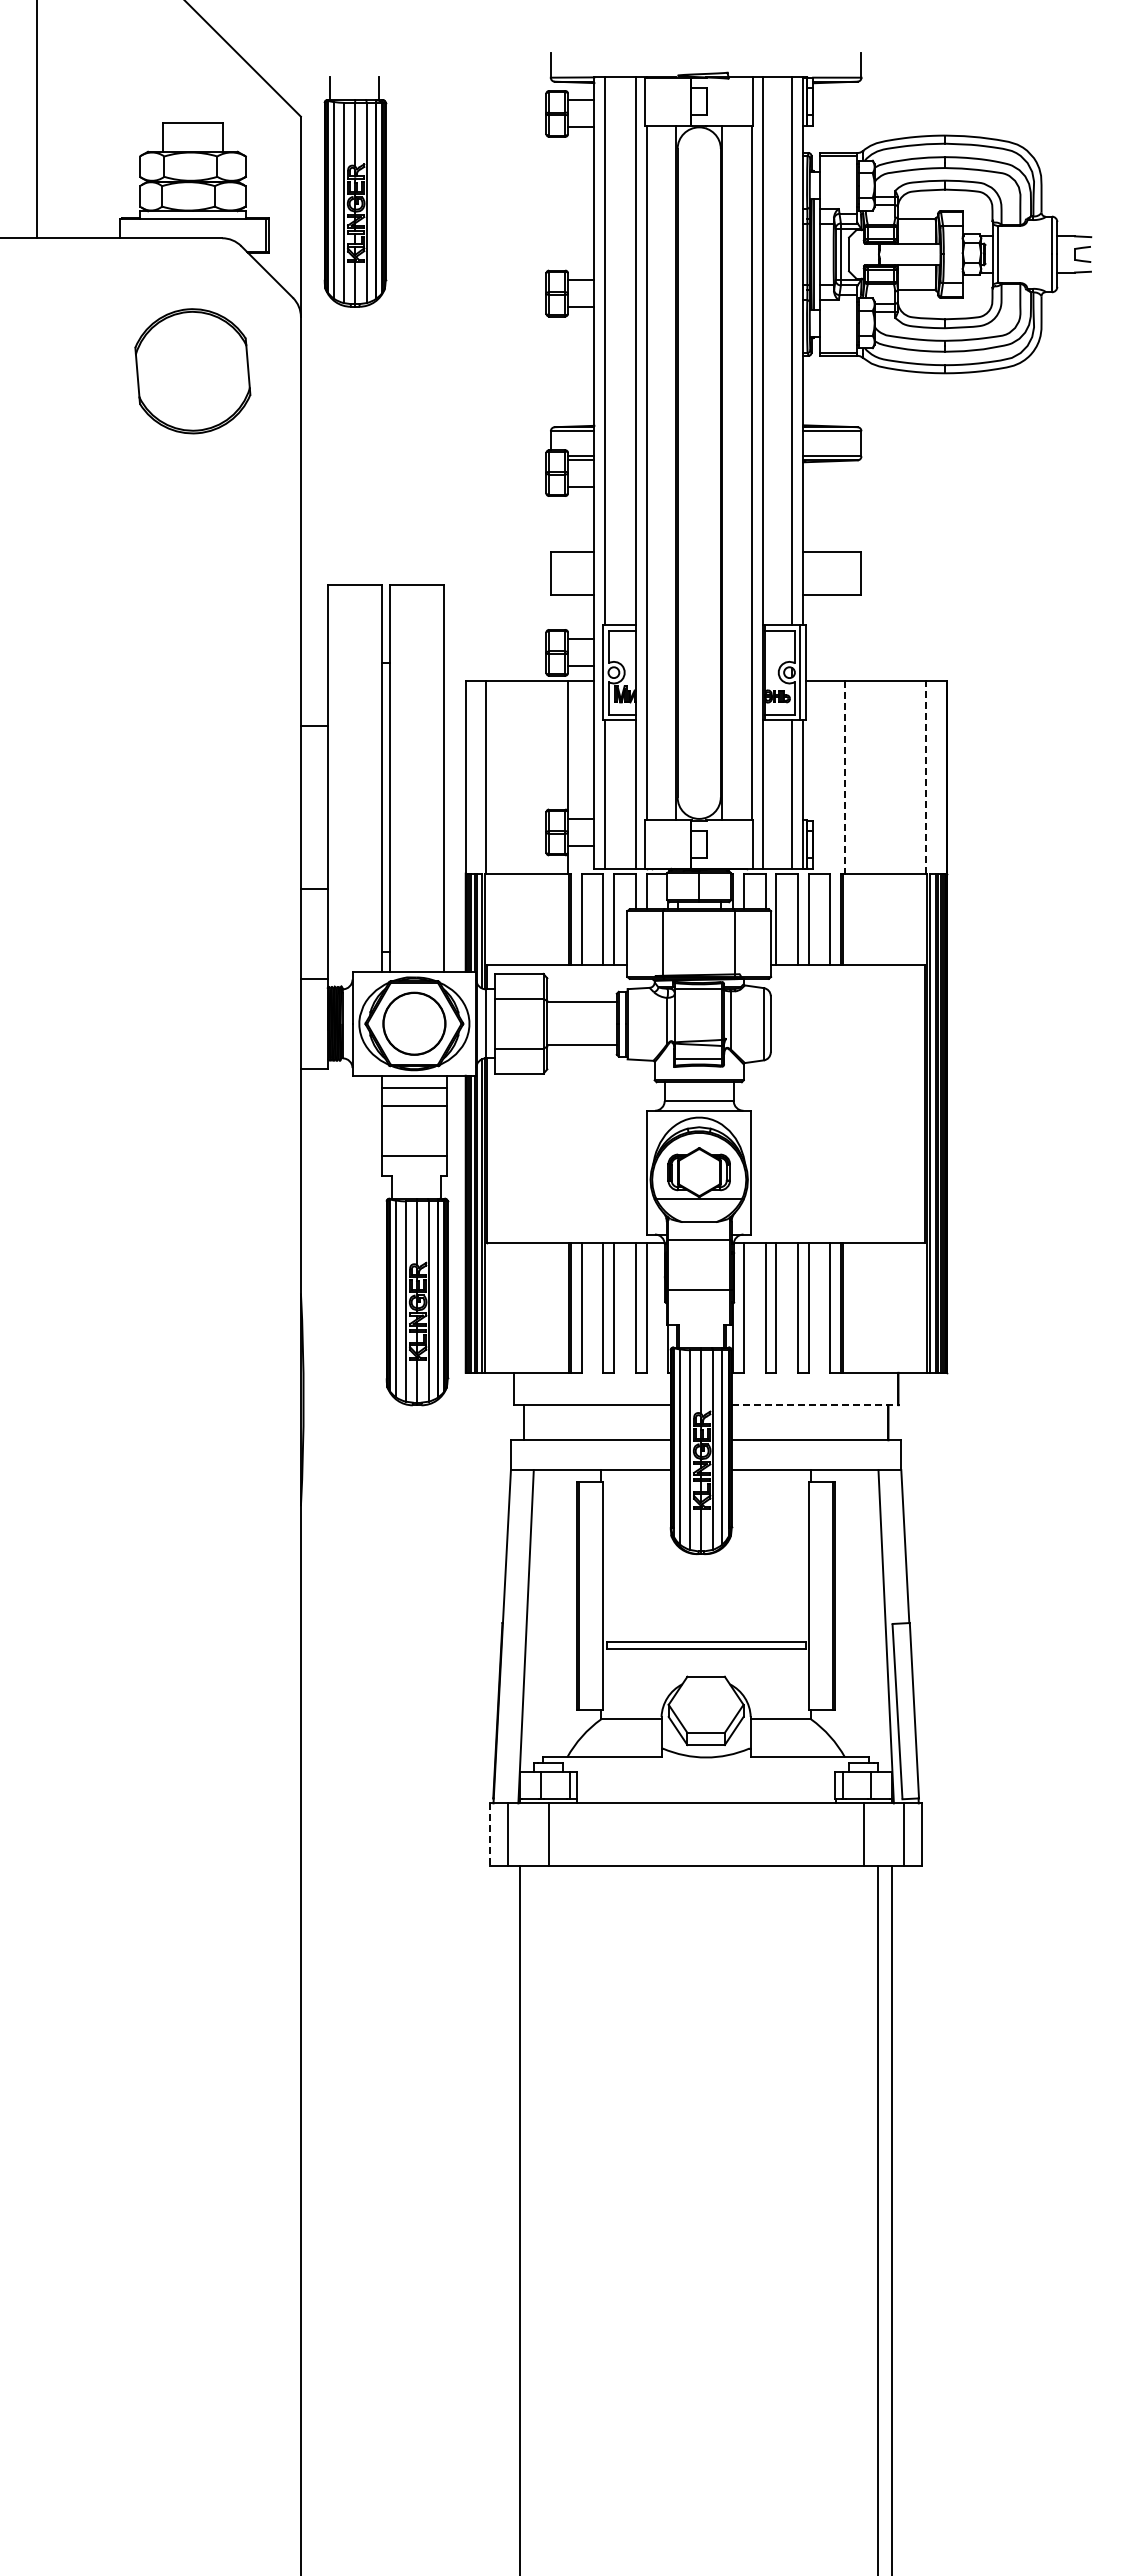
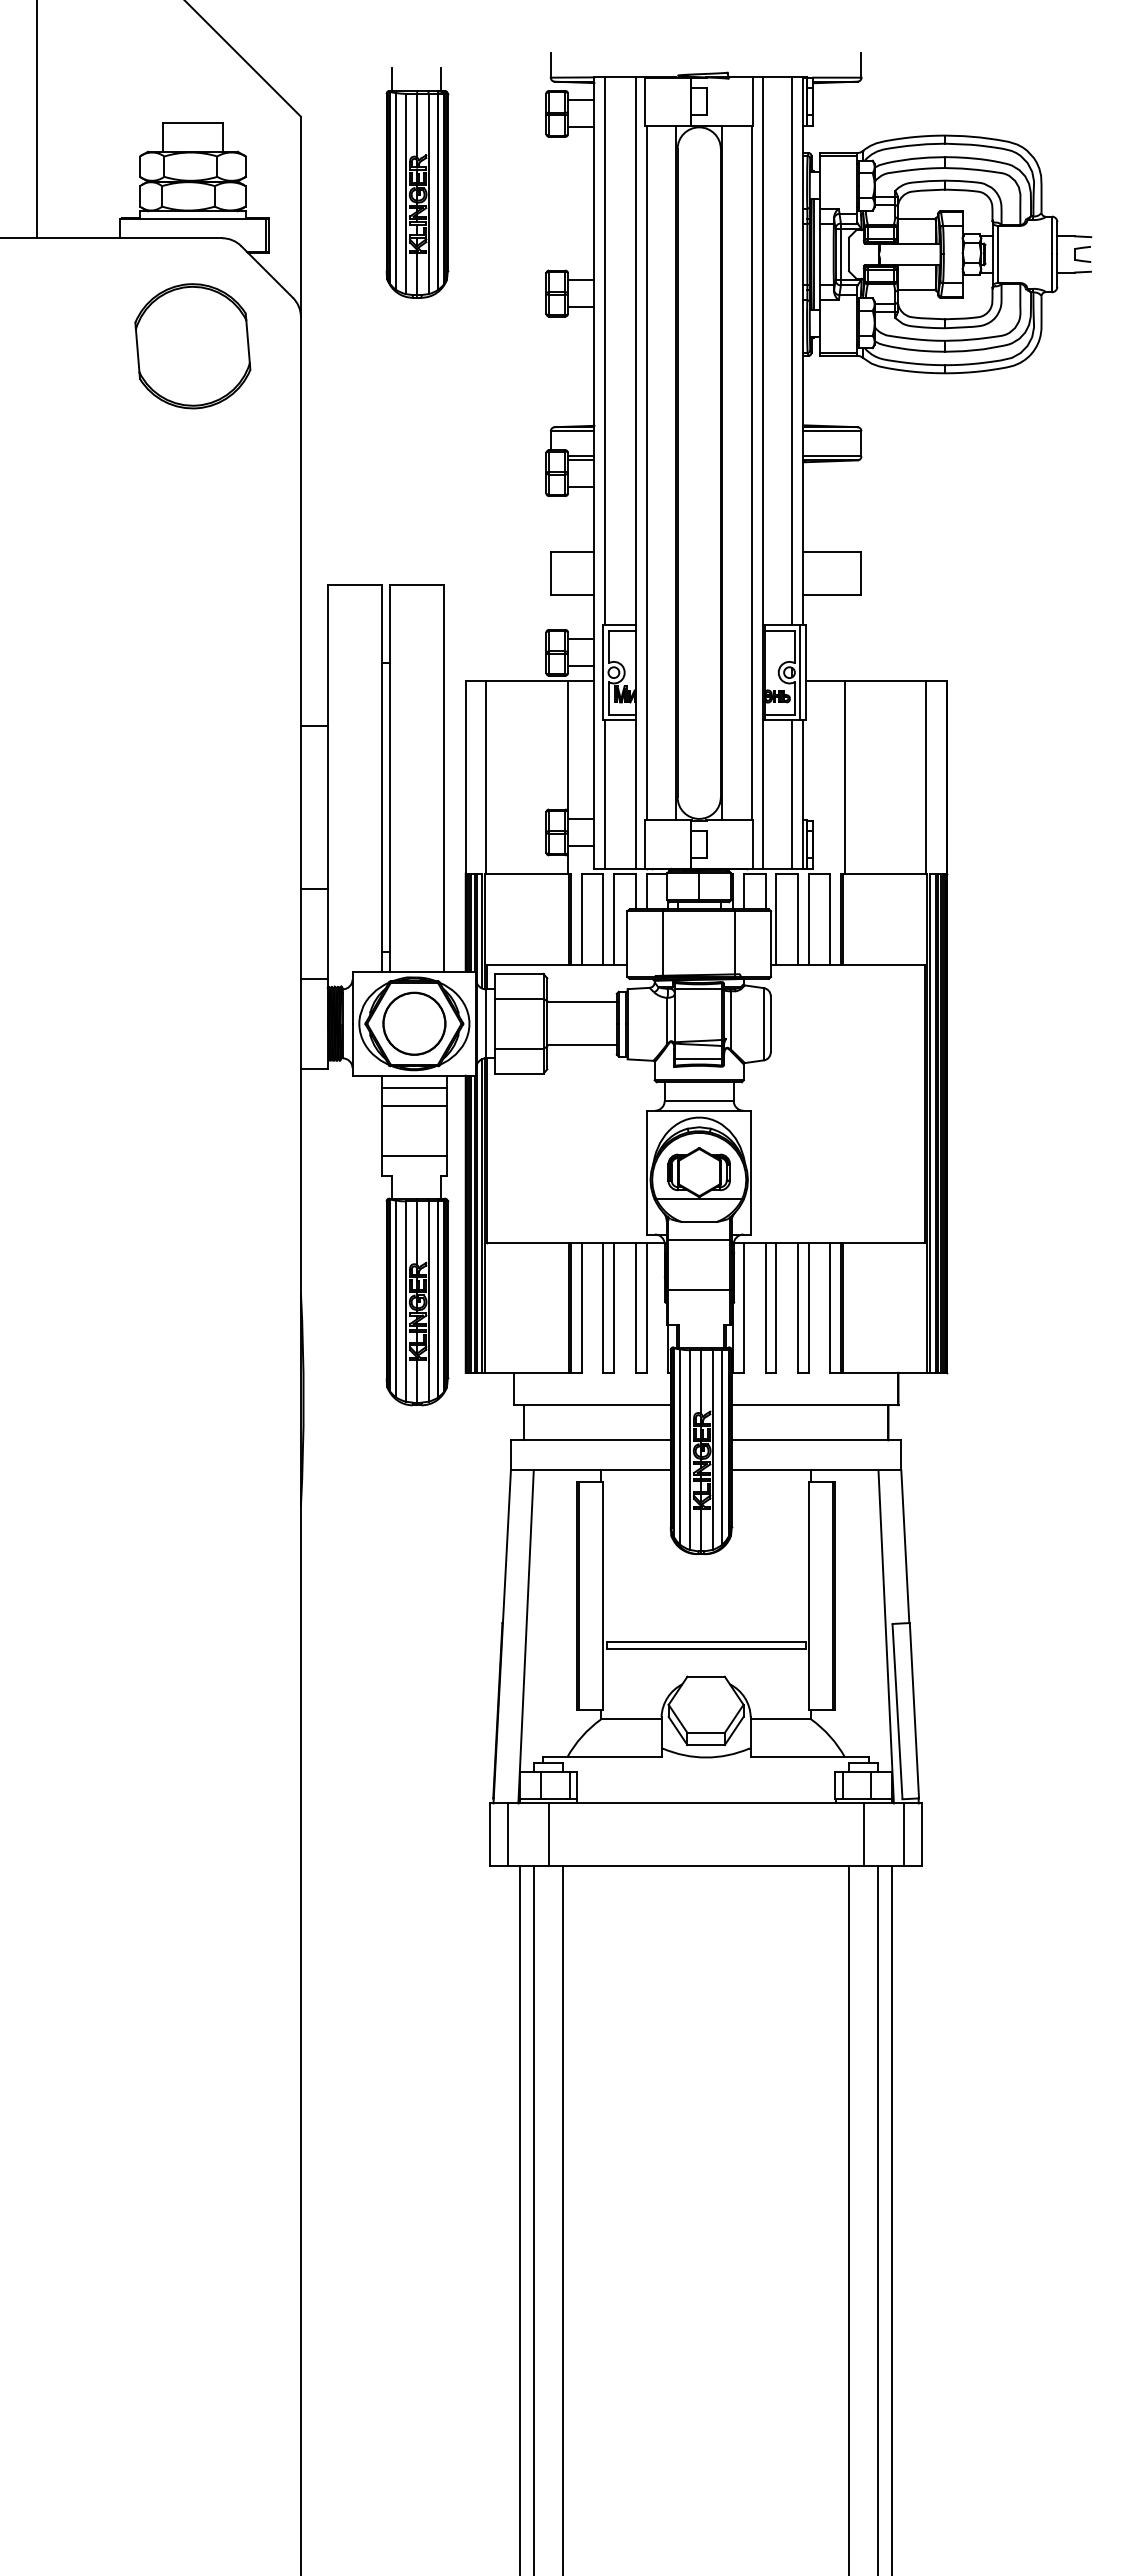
part at (355, 191) position: (355, 191) -> (417, 182)
part at (192, 371) position: (192, 371) -> (192, 346)
line at (926, 776): dashed -> solid
line at (844, 777): dashed -> solid
line at (815, 1405): dashed -> solid
line at (490, 1834): dashed -> solid
line at (534, 2218): none -> present
line at (563, 2218): none -> present
line at (849, 2218): none -> present
